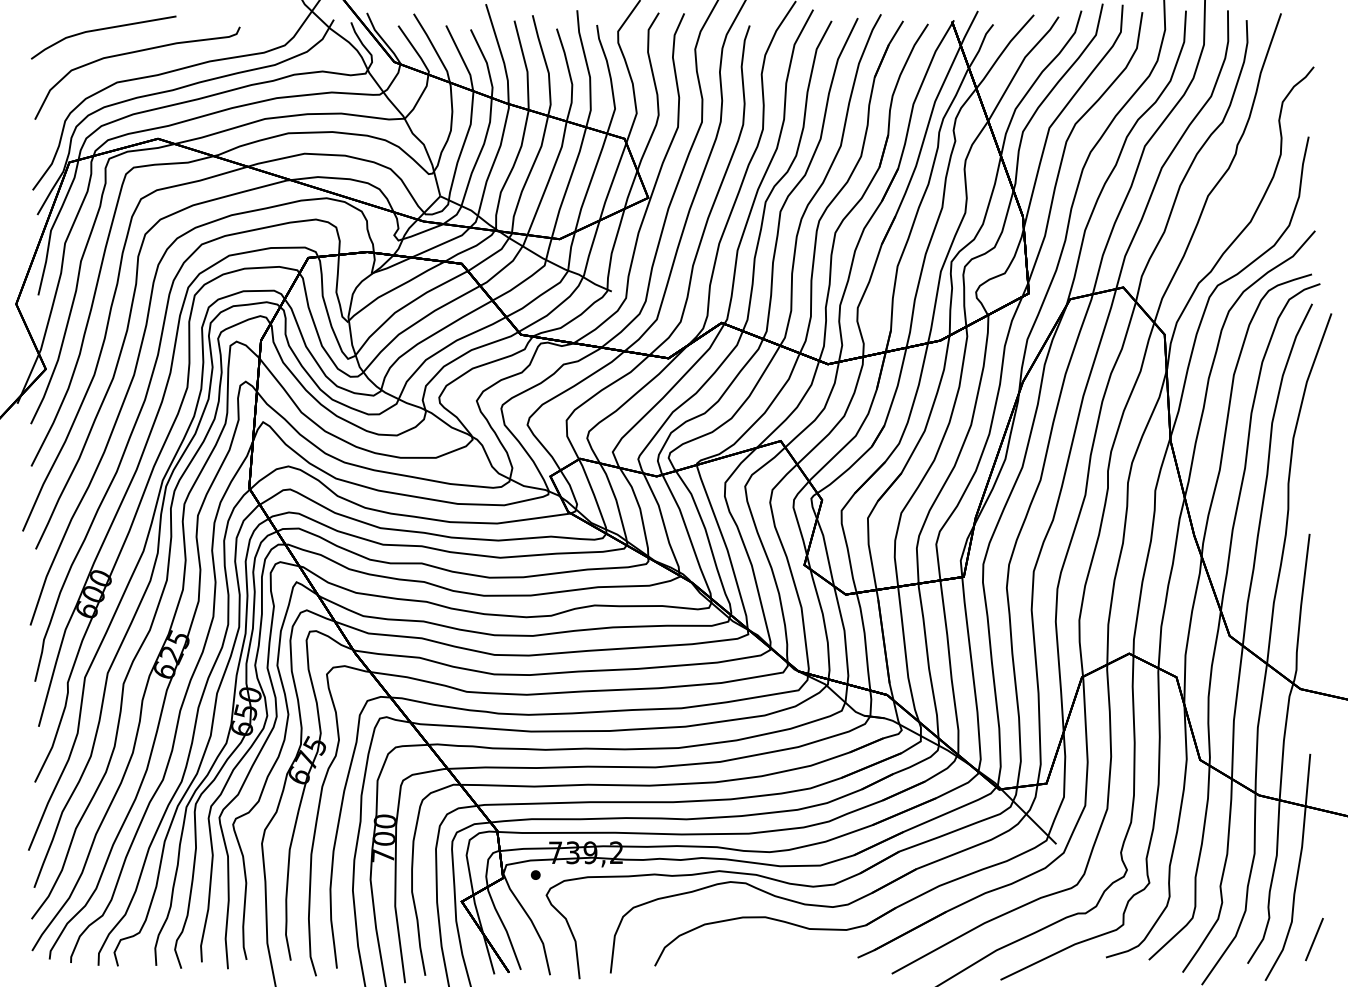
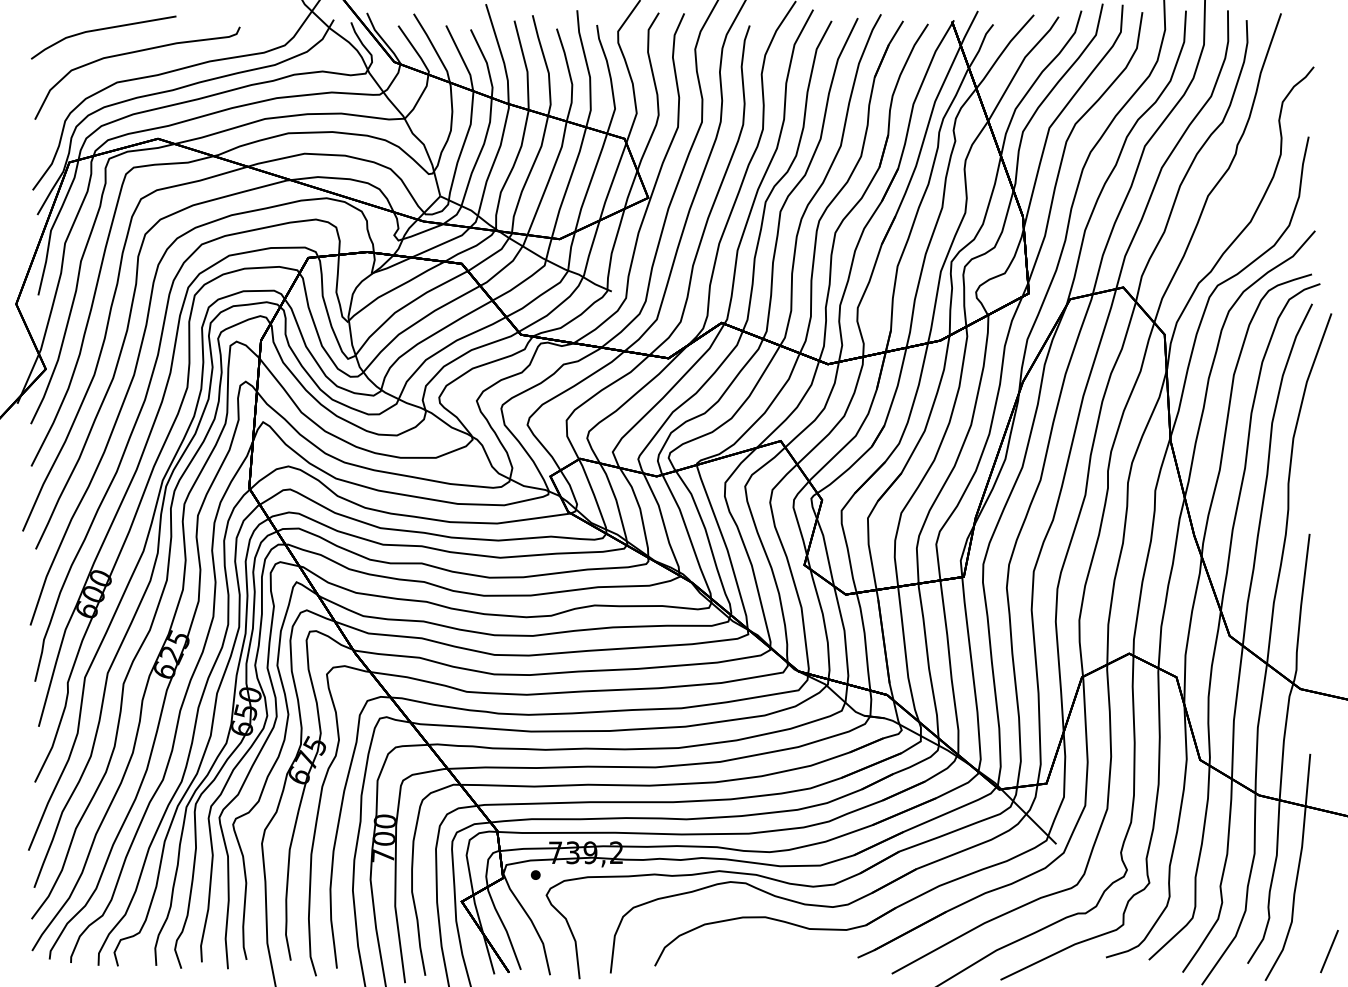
line at (1314, 939) position: (1314, 939) -> (1329, 951)
